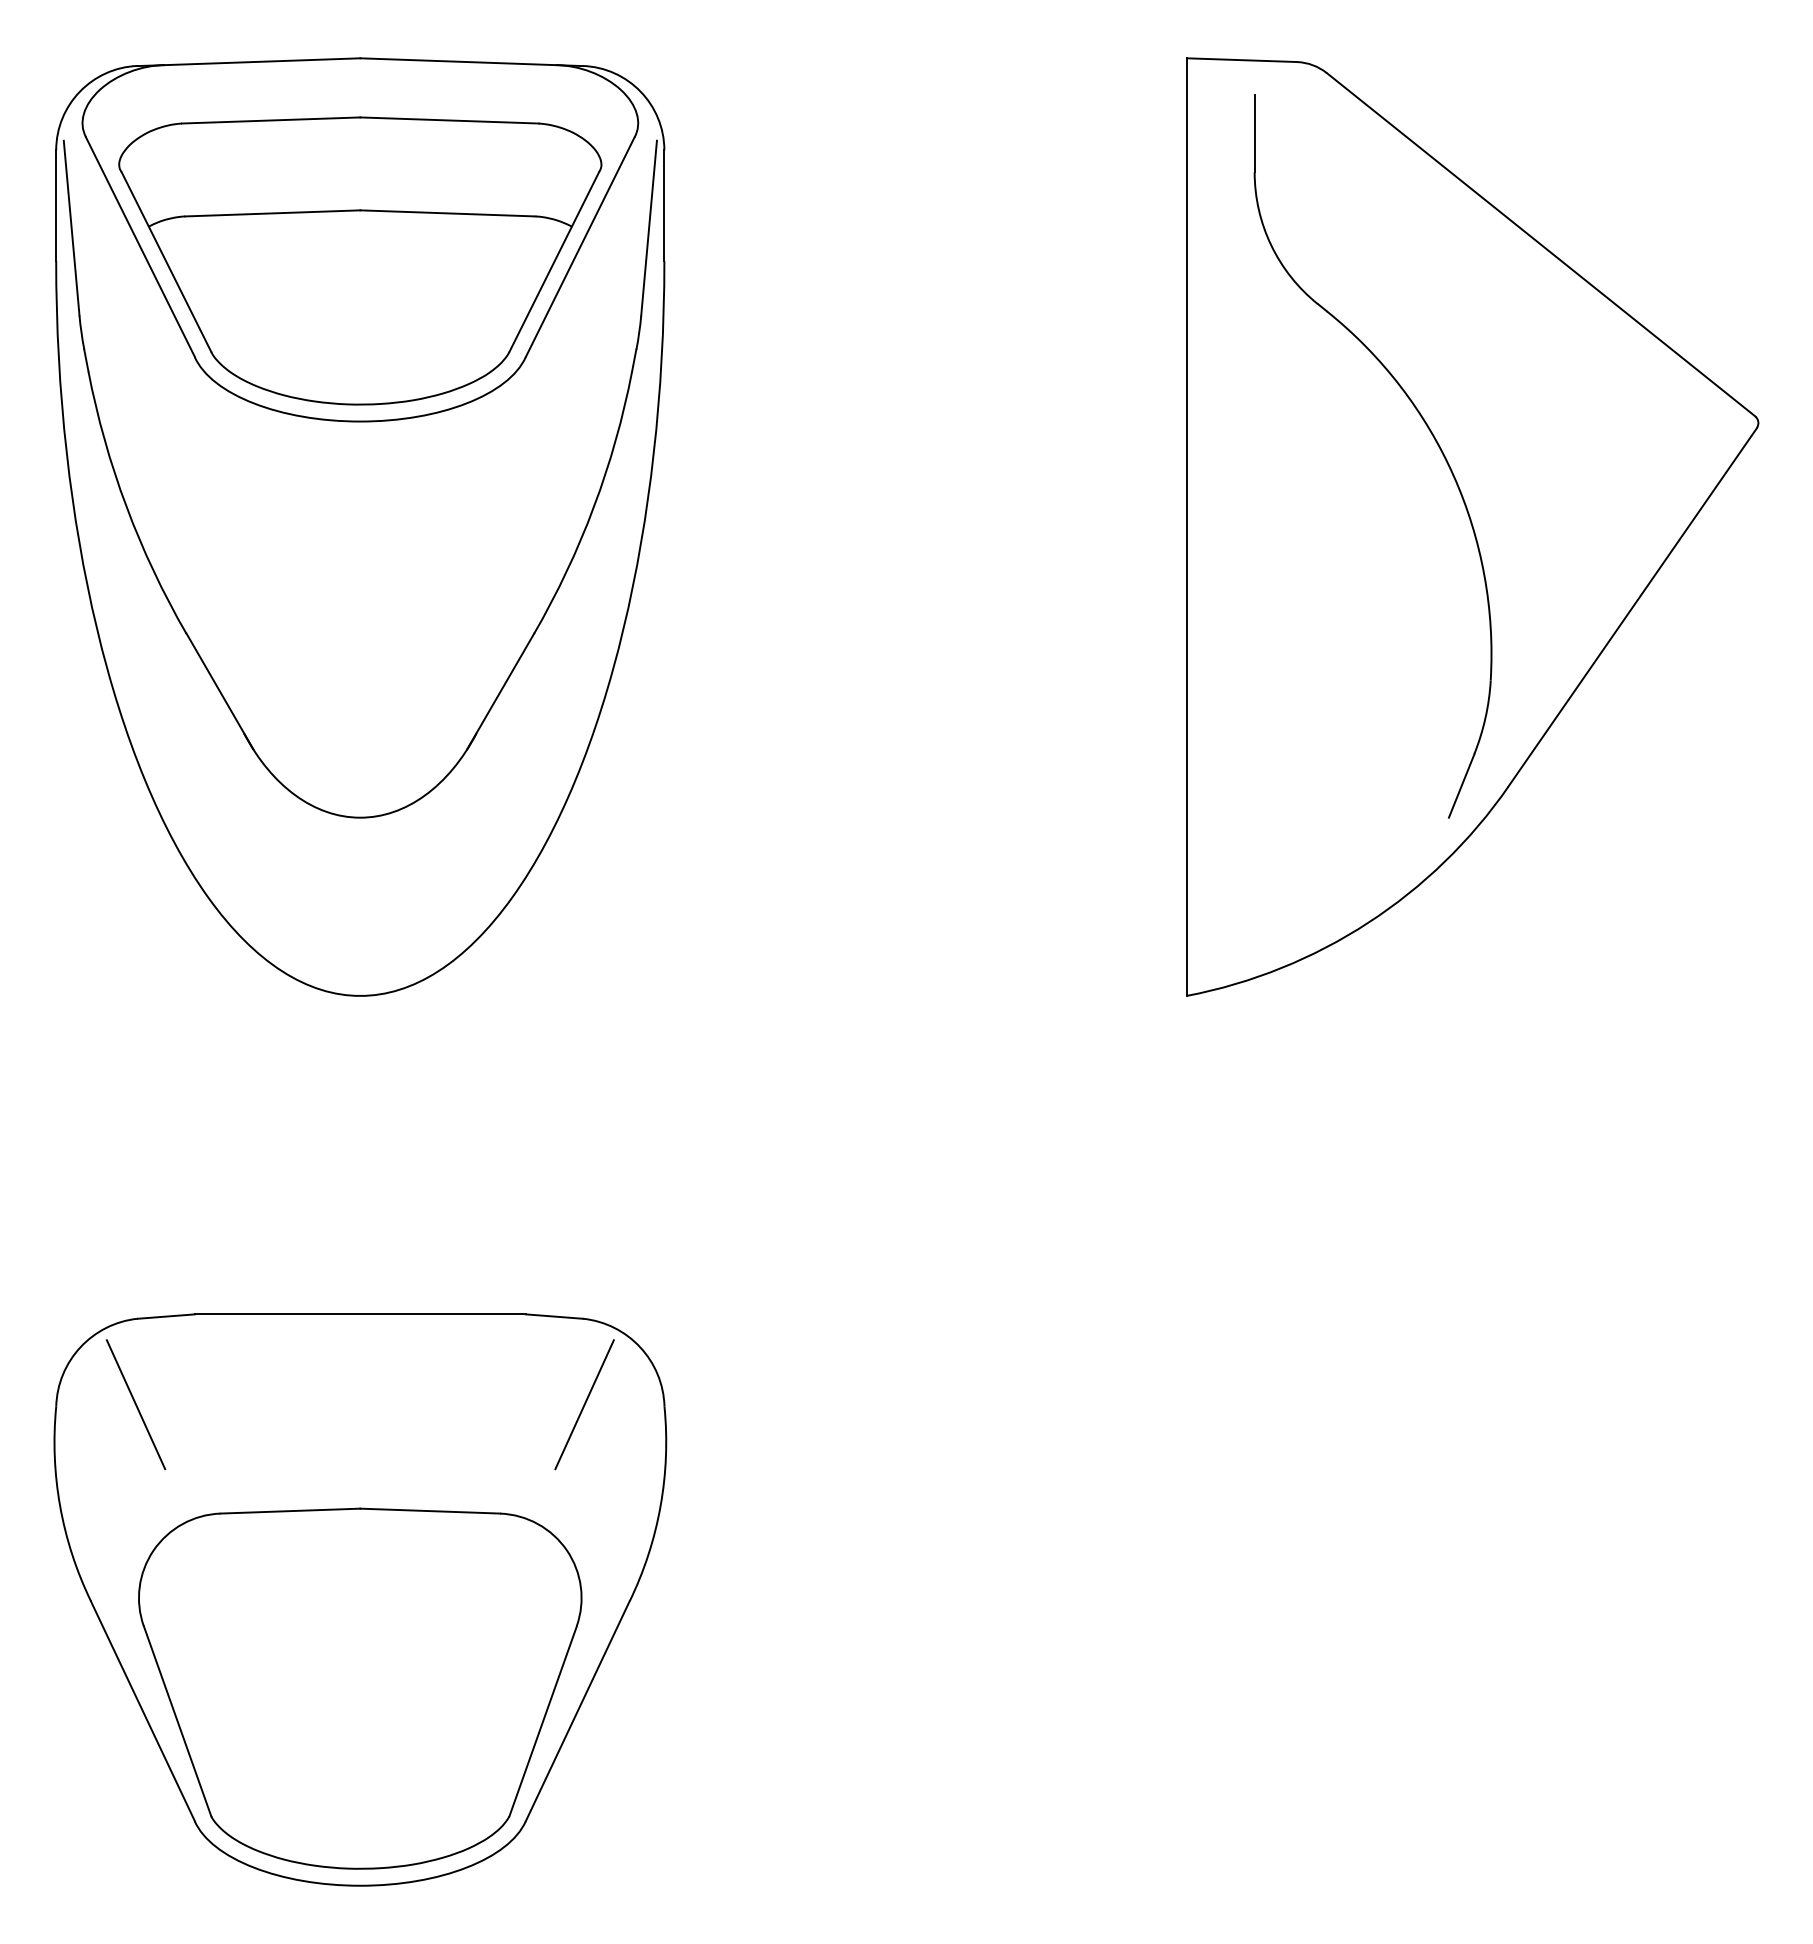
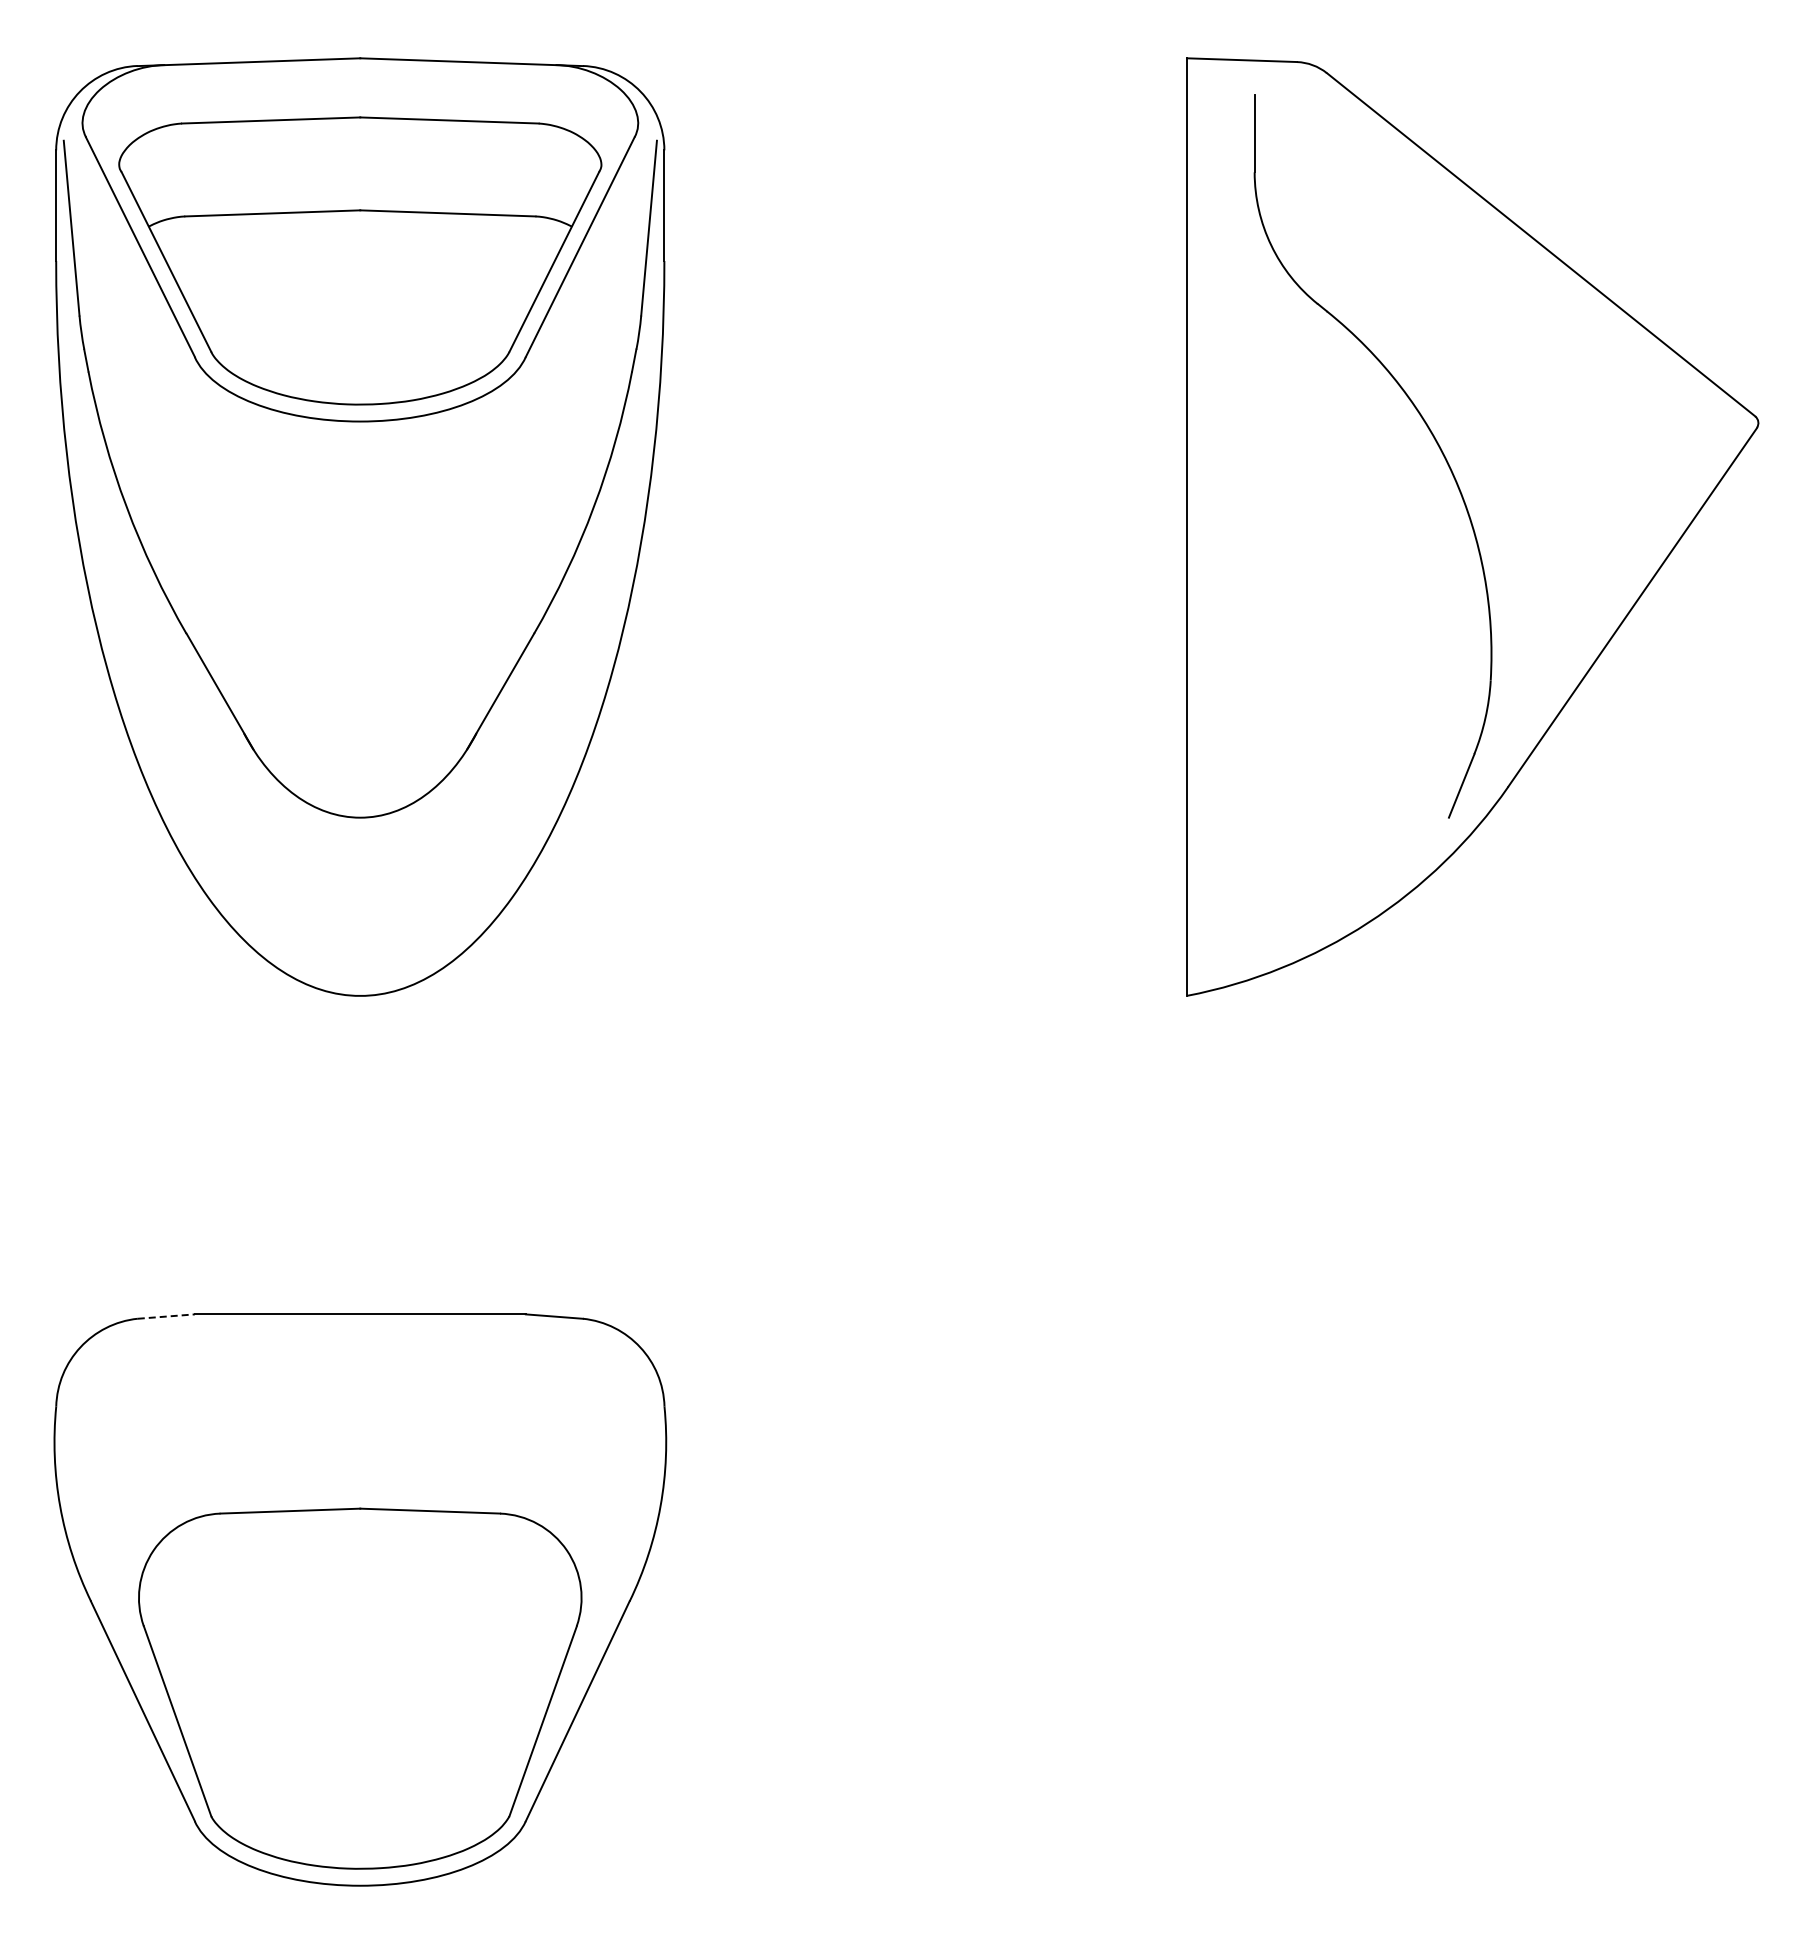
line at (166, 1316): solid -> dashed
line at (135, 1404): present -> none
line at (584, 1404): present -> none
